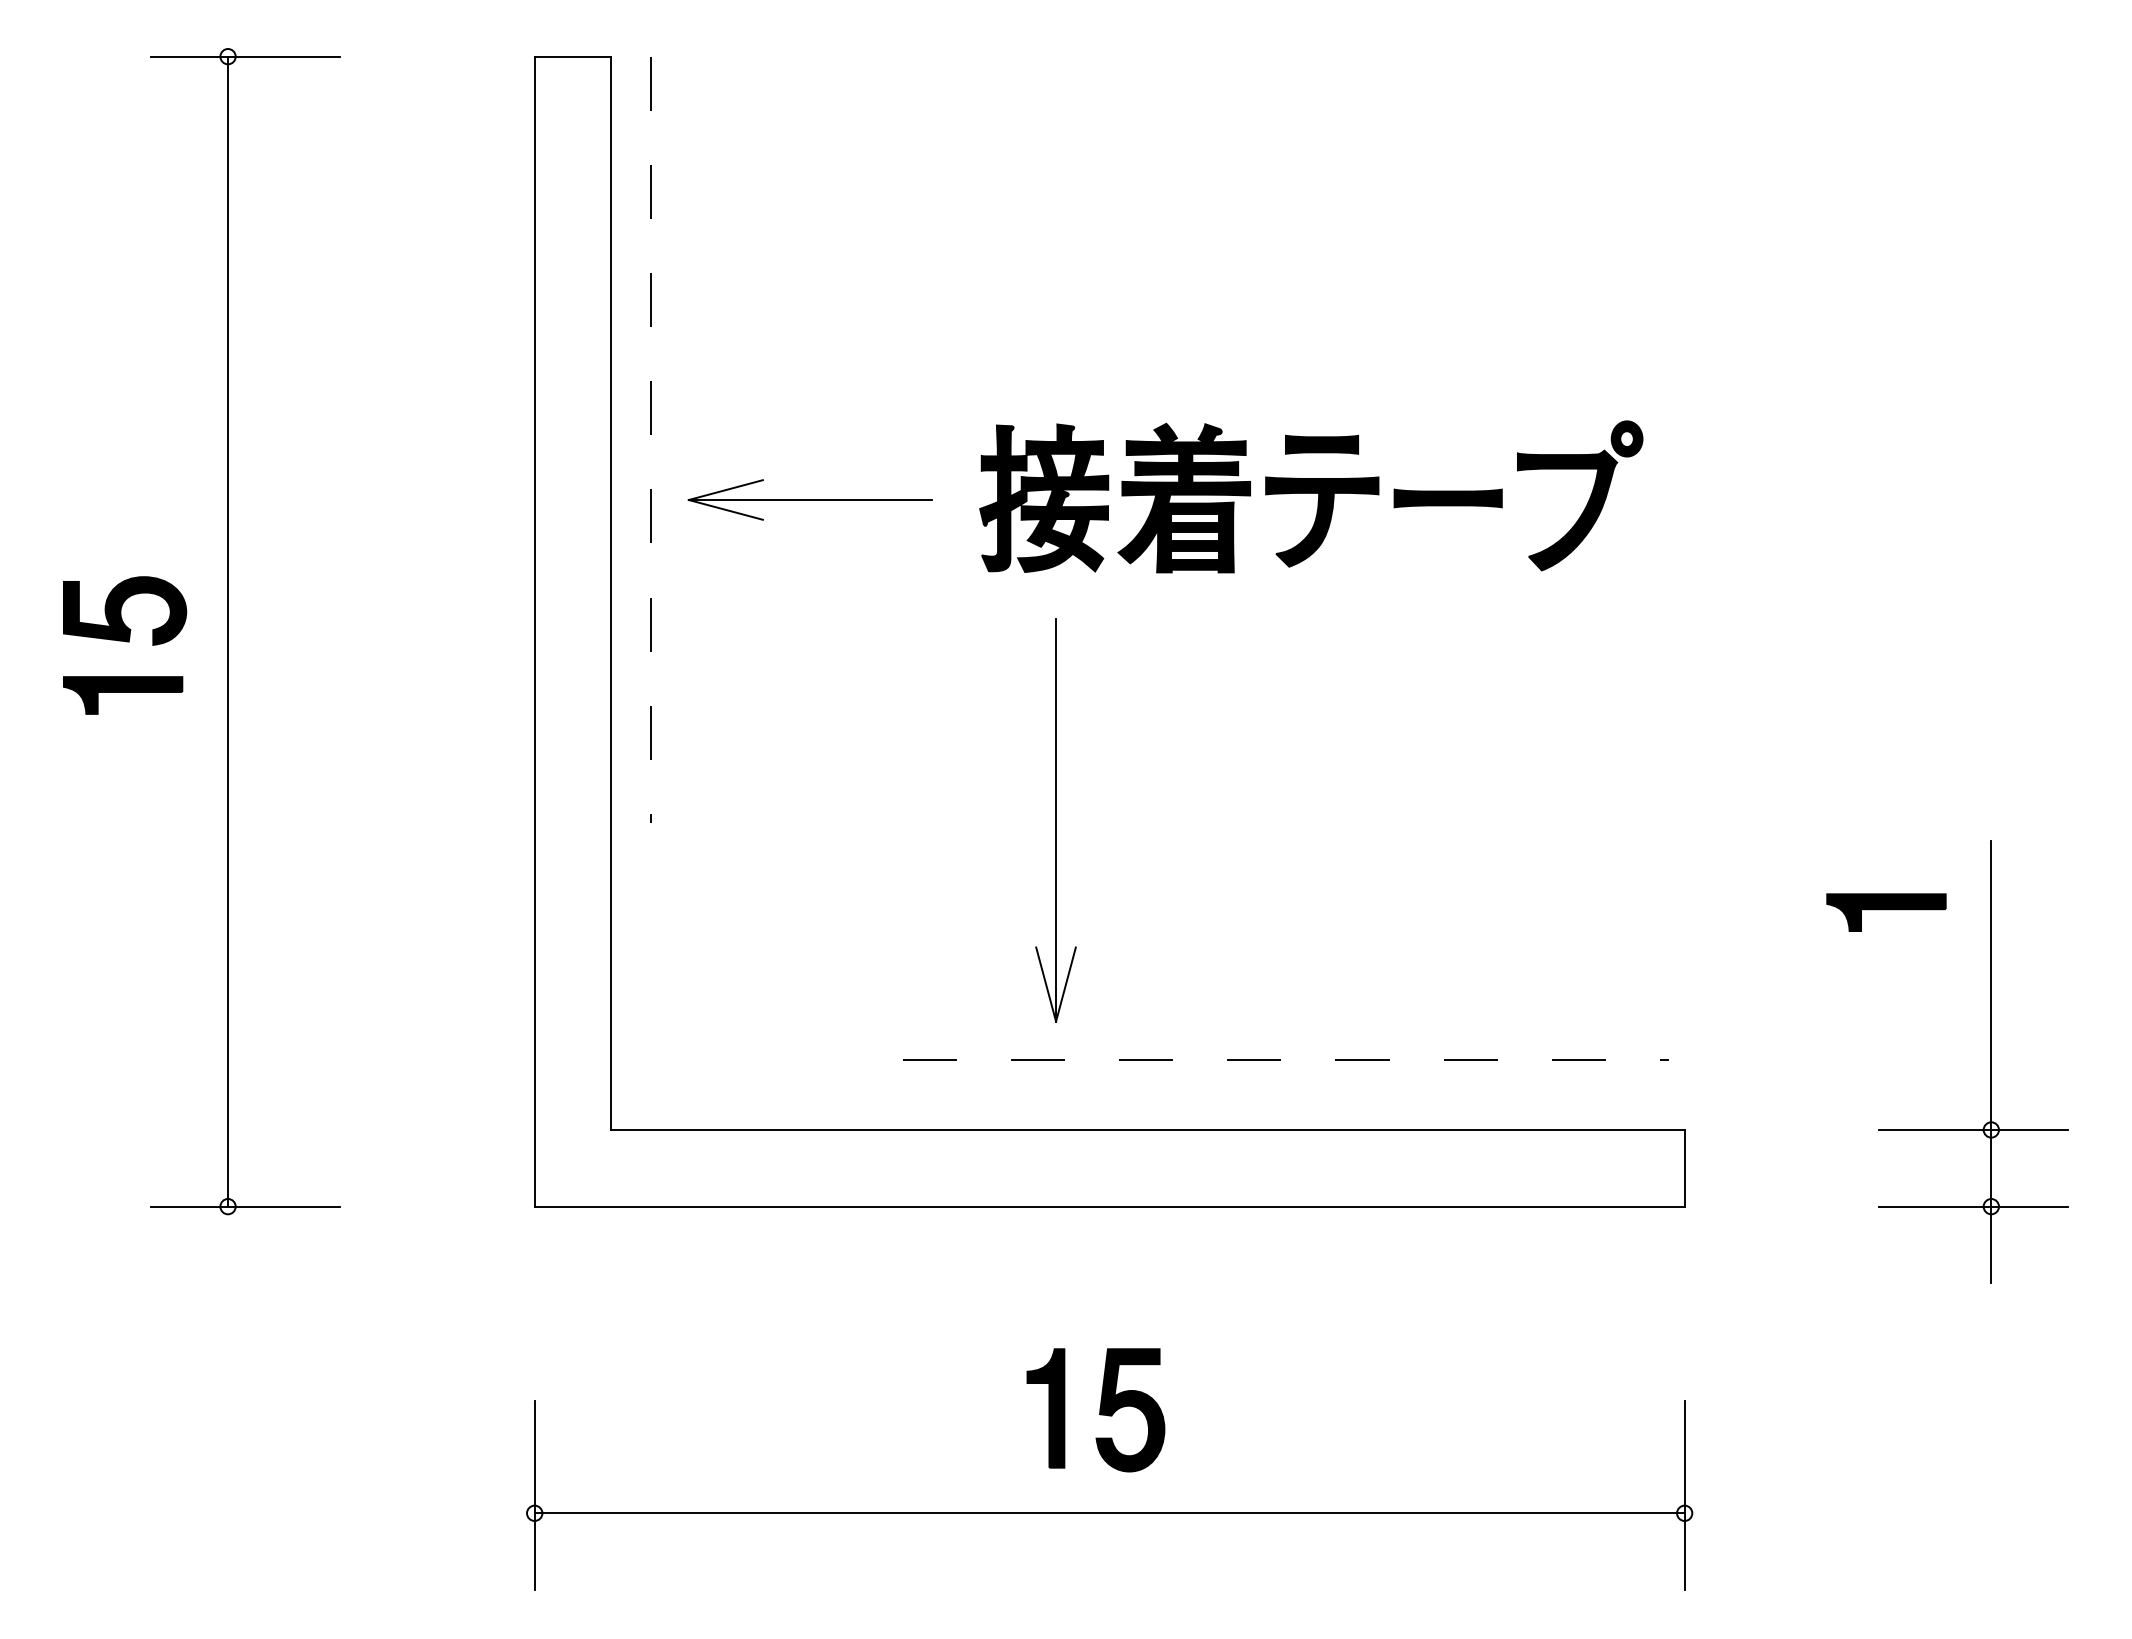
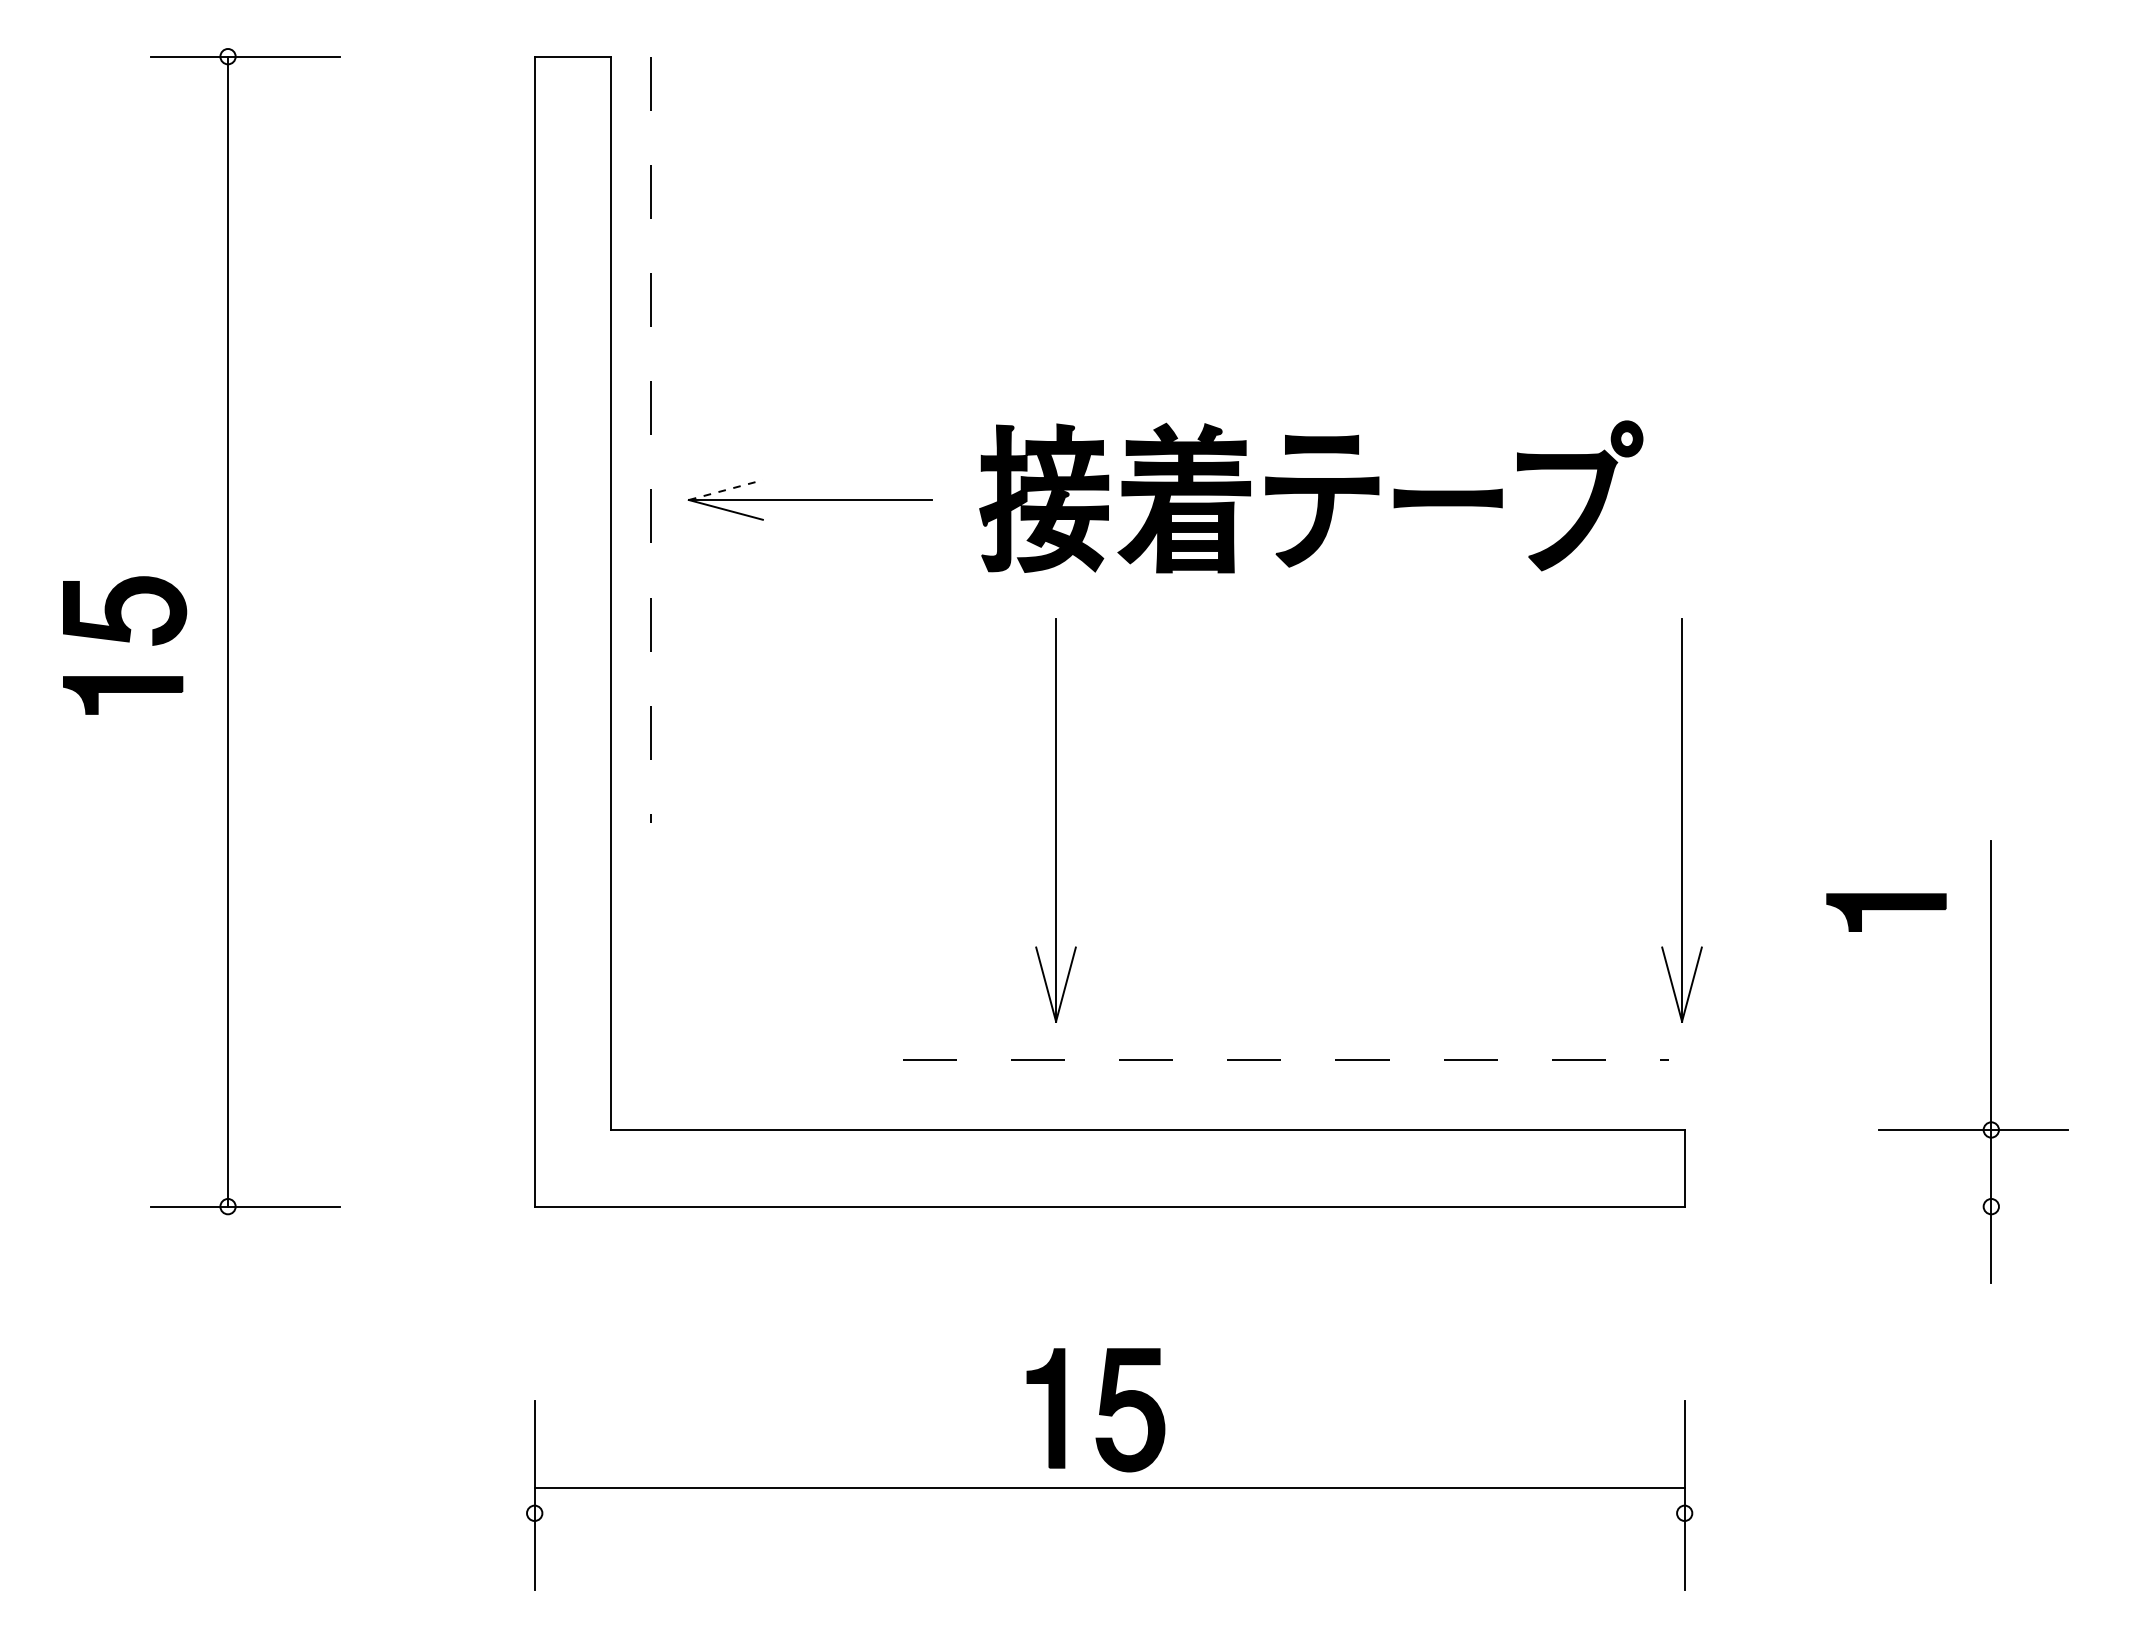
line at (726, 489): solid -> dashed
part at (1681, 820): none -> present
line at (1973, 1206): present -> none
line at (1109, 1513) position: (1109, 1513) -> (1109, 1488)
